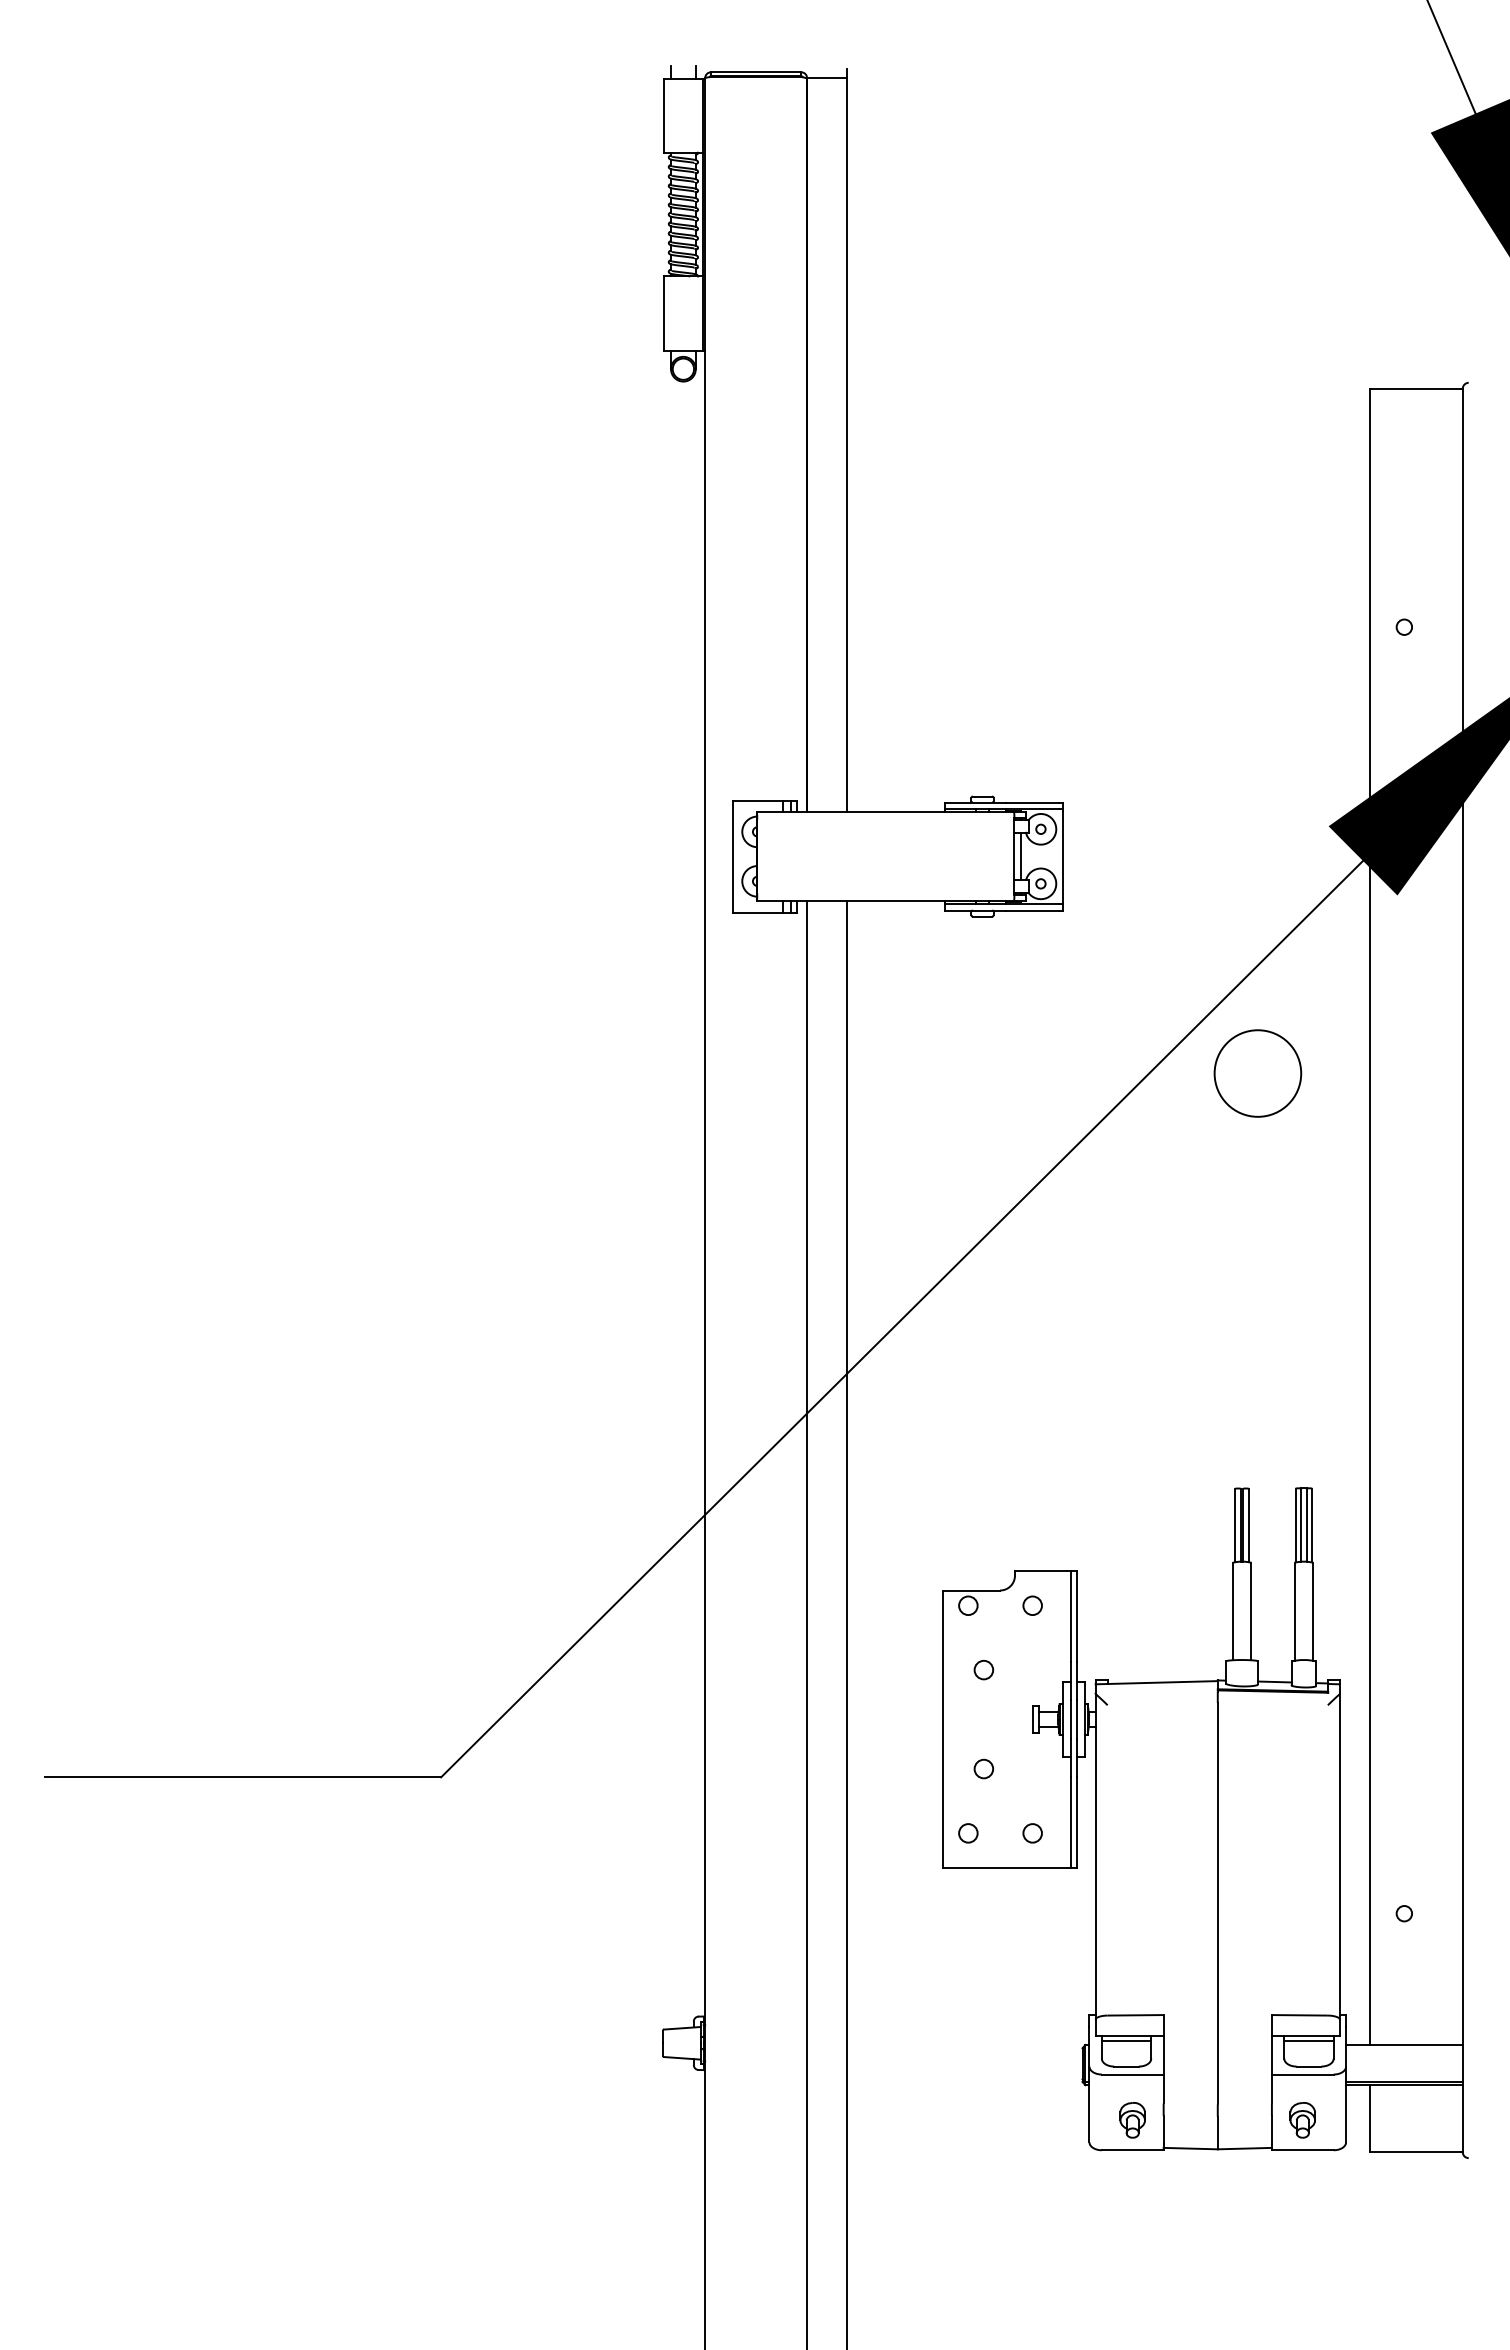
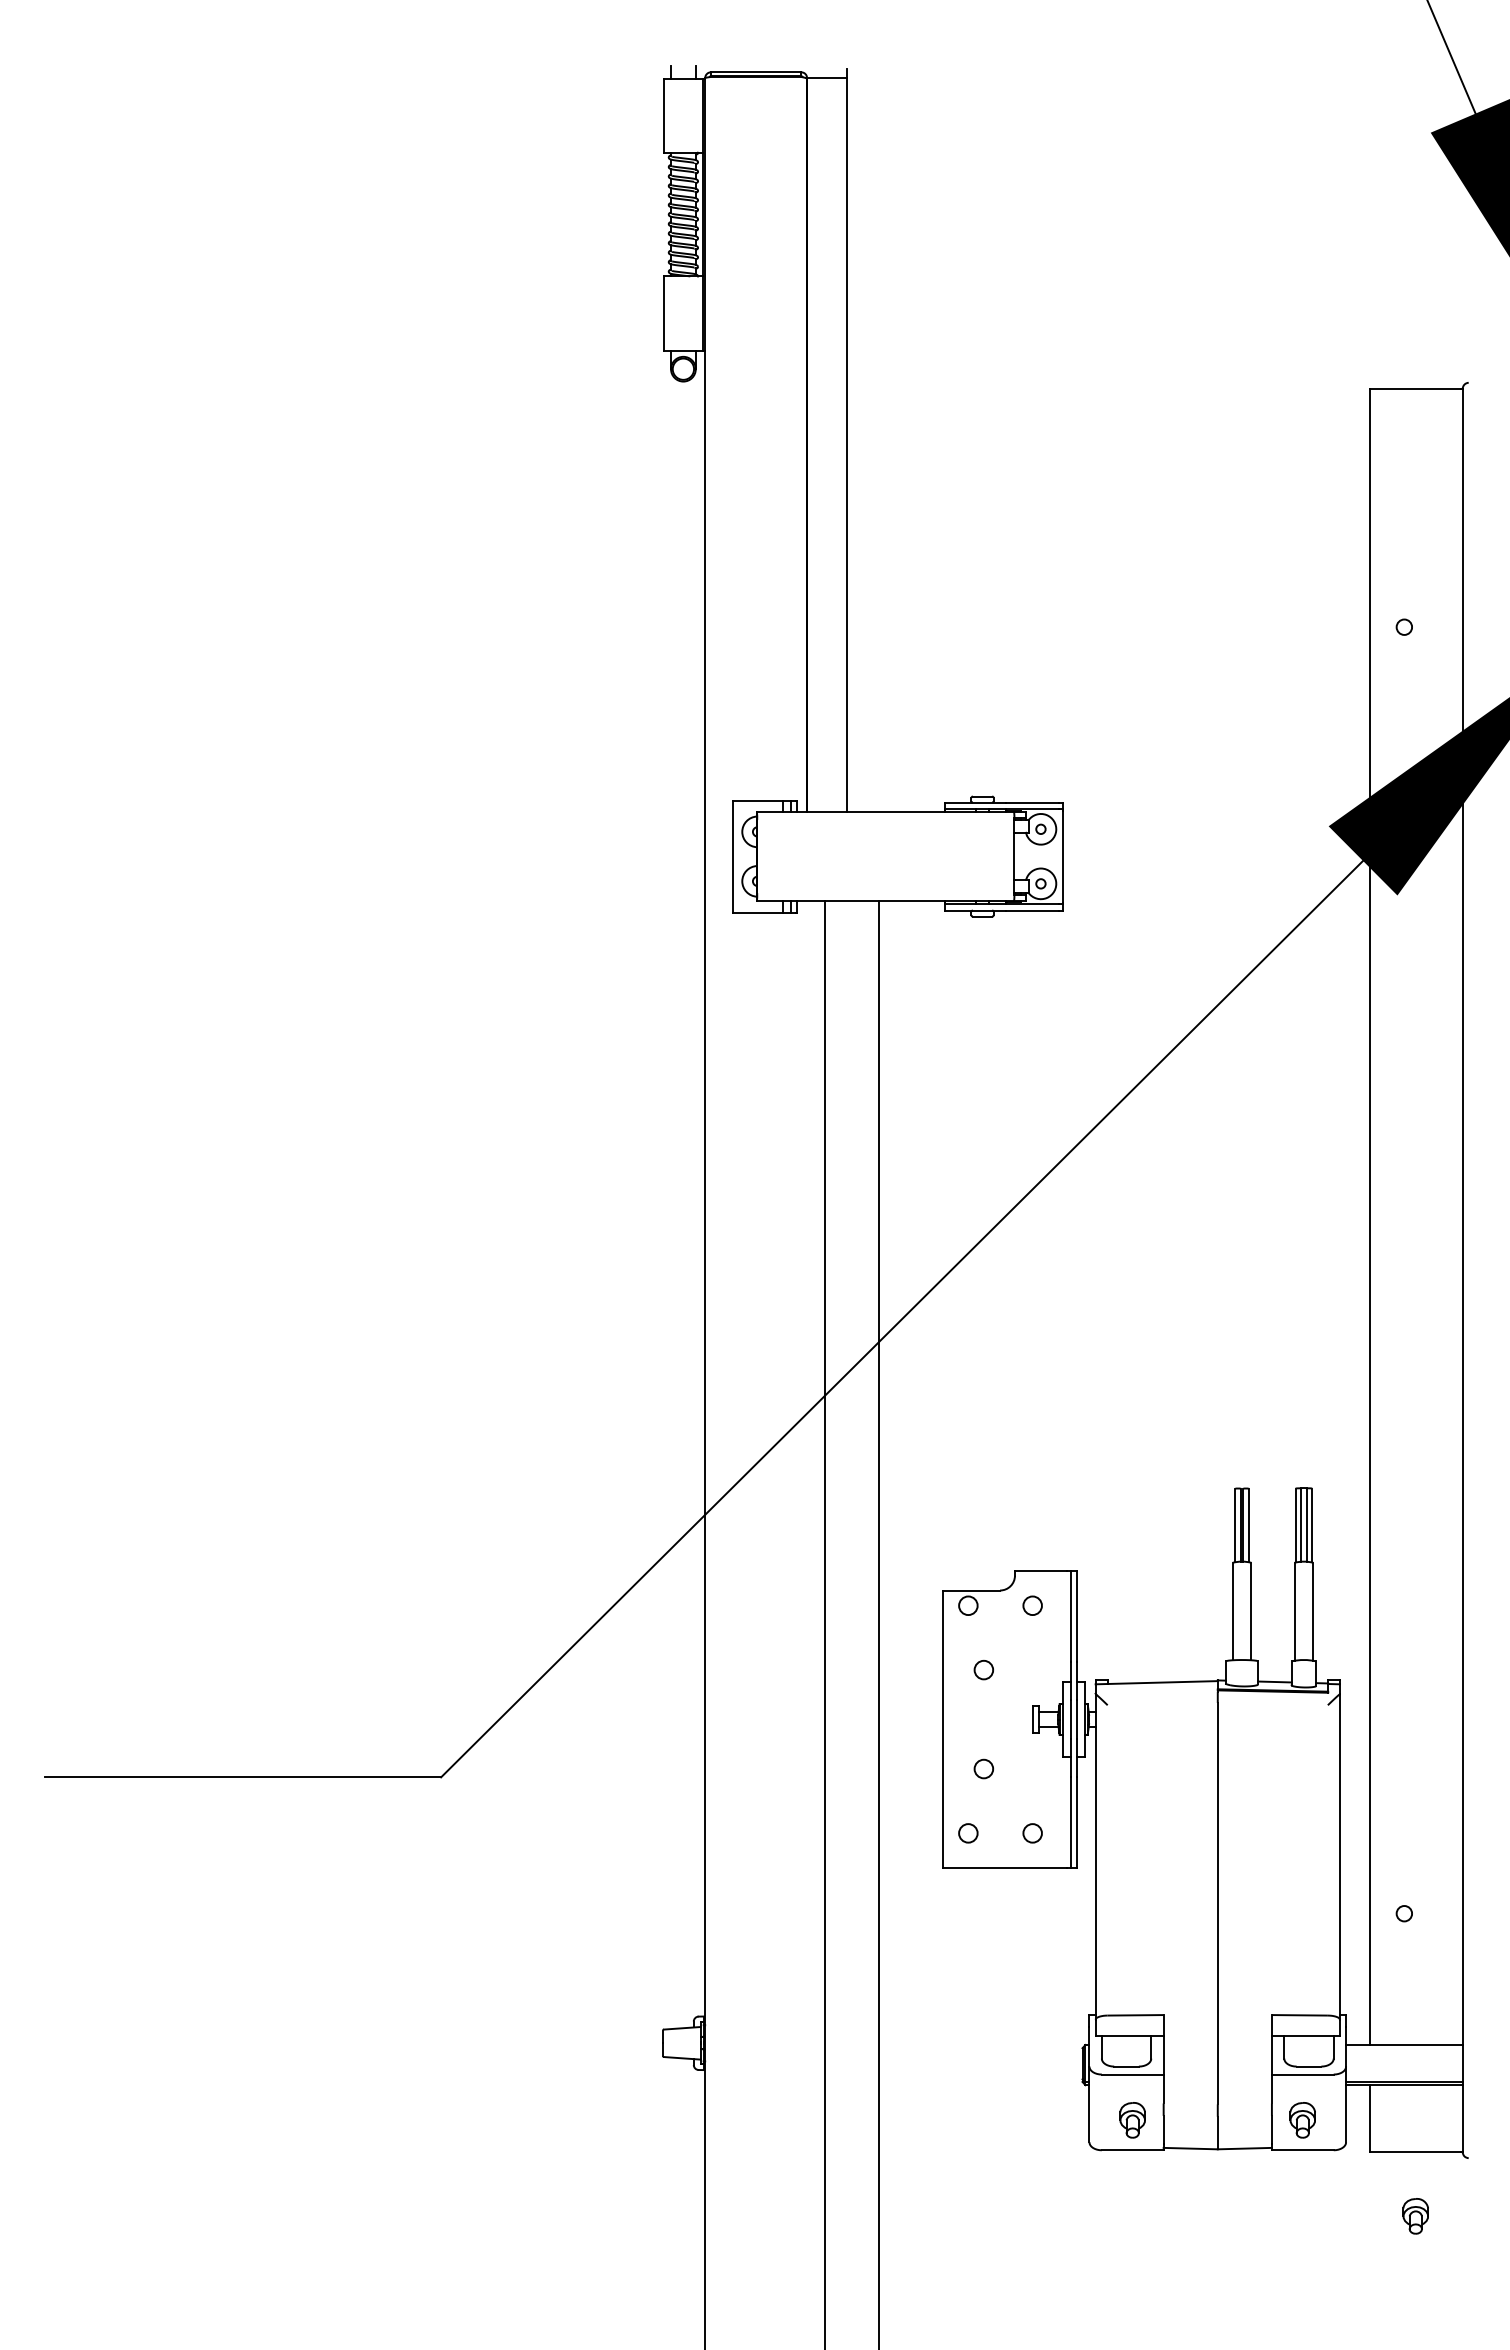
line at (1021, 856): present -> none
circle at (1257, 1073): present -> none
line at (807, 1623) position: (807, 1623) -> (825, 1623)
line at (846, 1623) position: (846, 1623) -> (878, 1623)
line at (1126, 2041): present -> none
line at (1308, 2041): present -> none
part at (1415, 2216): none -> present
